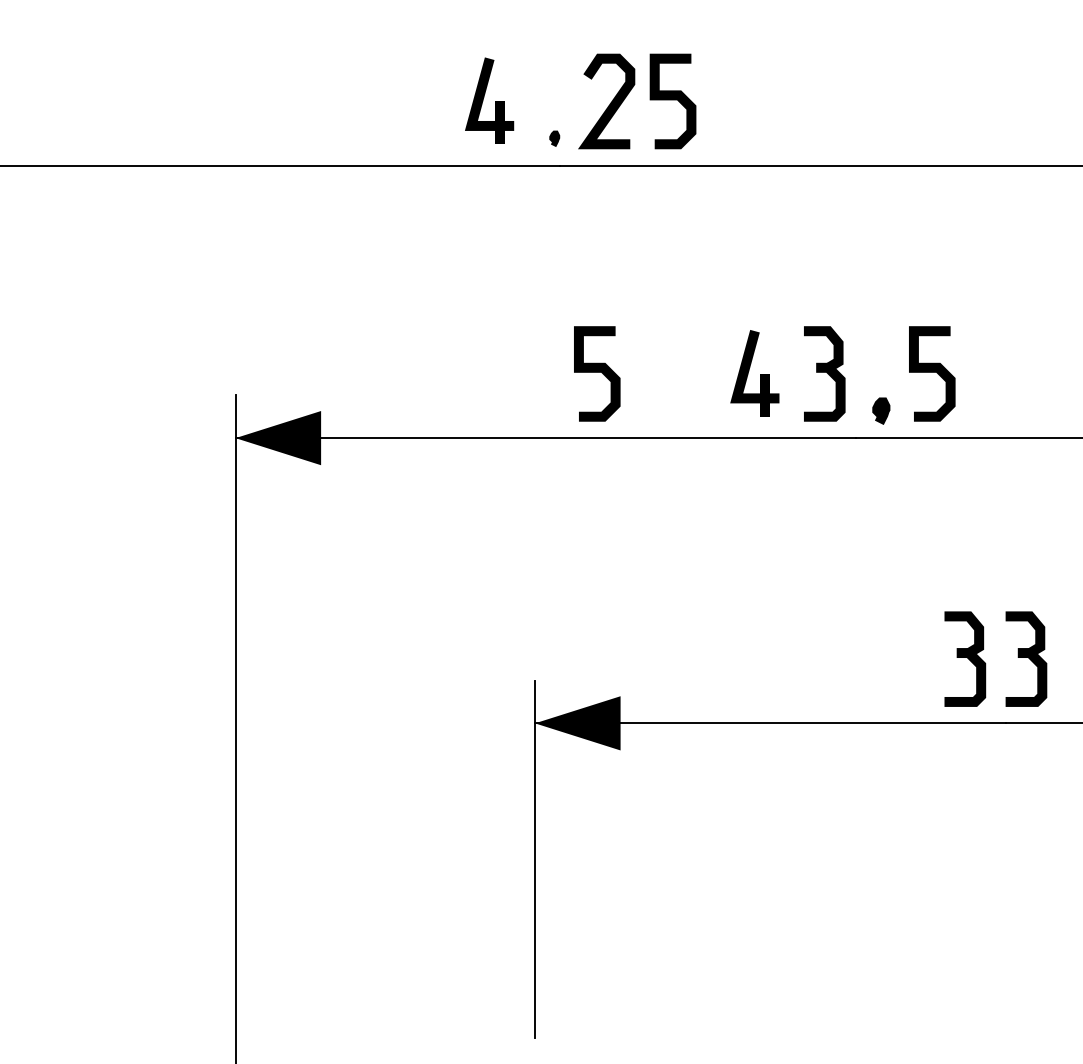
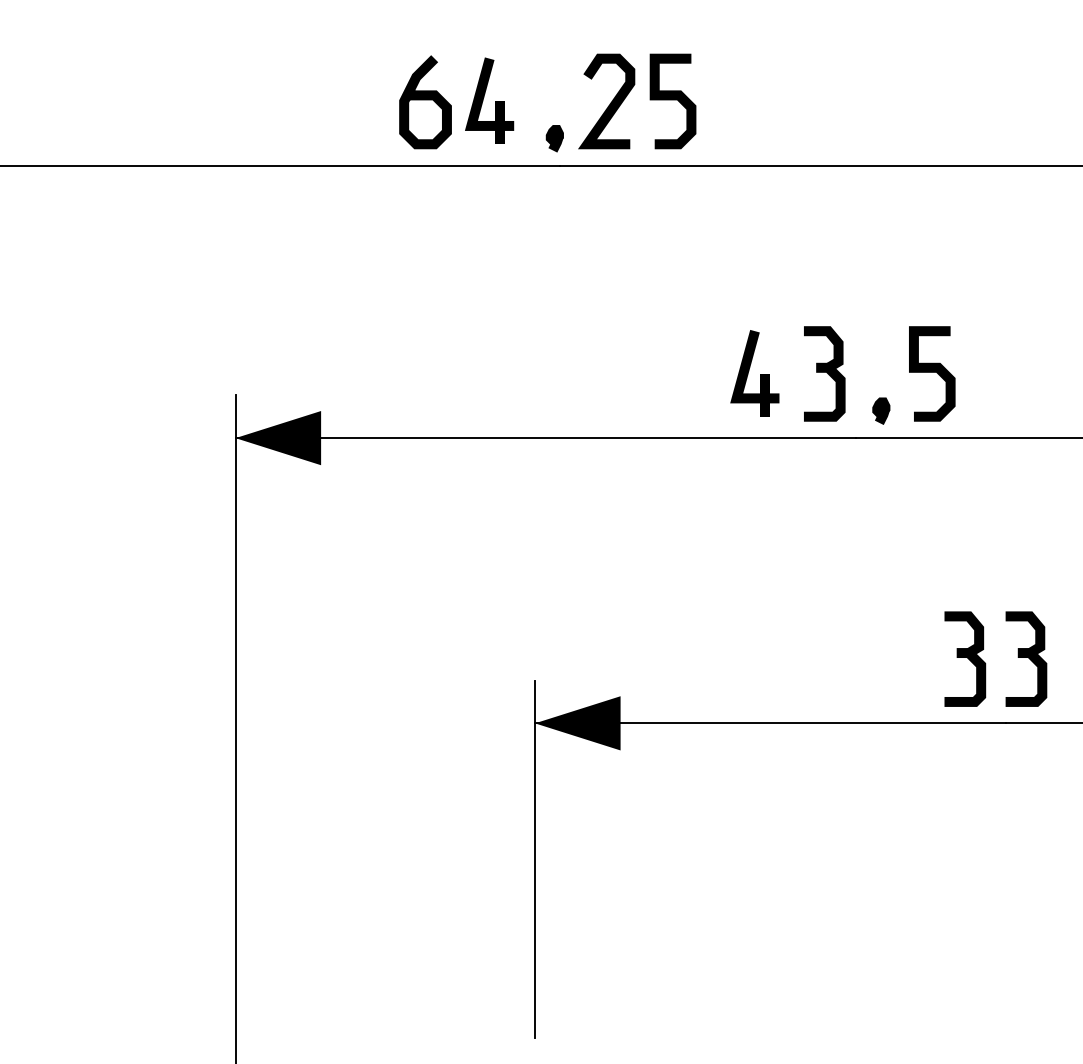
curve at (425, 100): none -> present
part at (554, 138) size: 12x17 px -> 19x28 px
curve at (597, 372): present -> none
